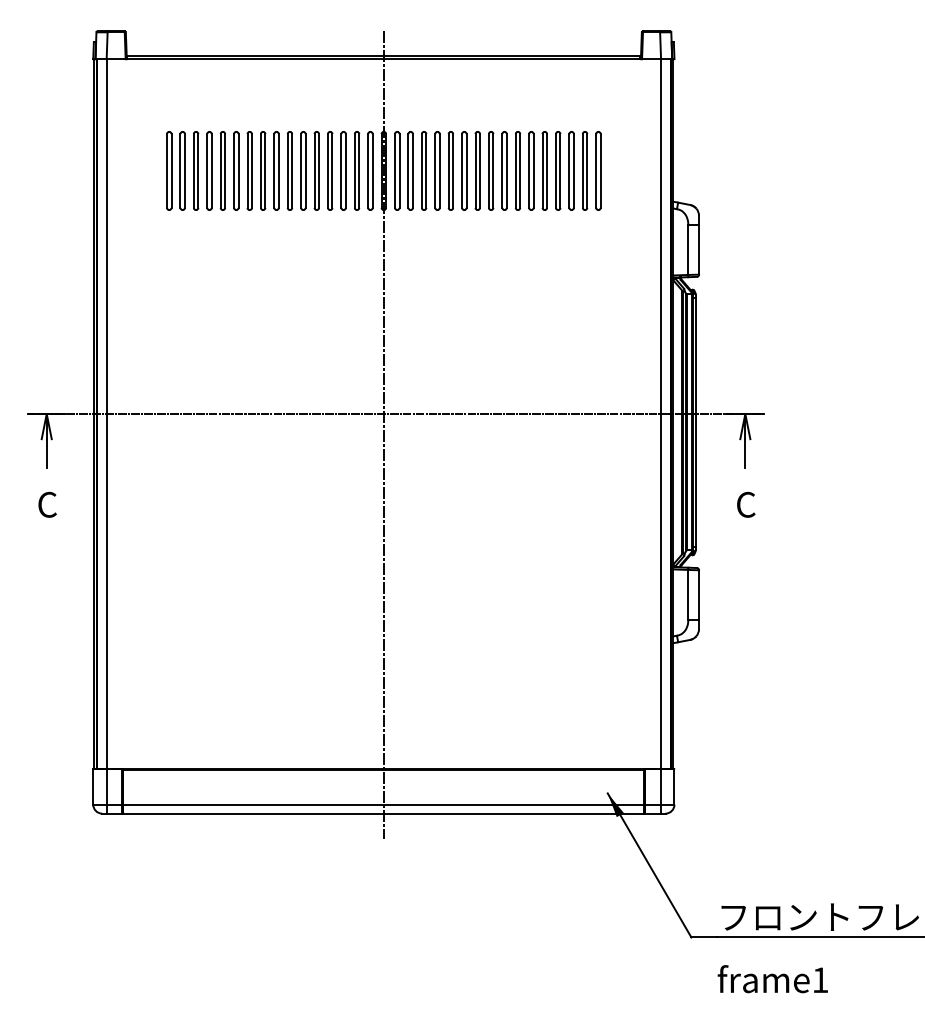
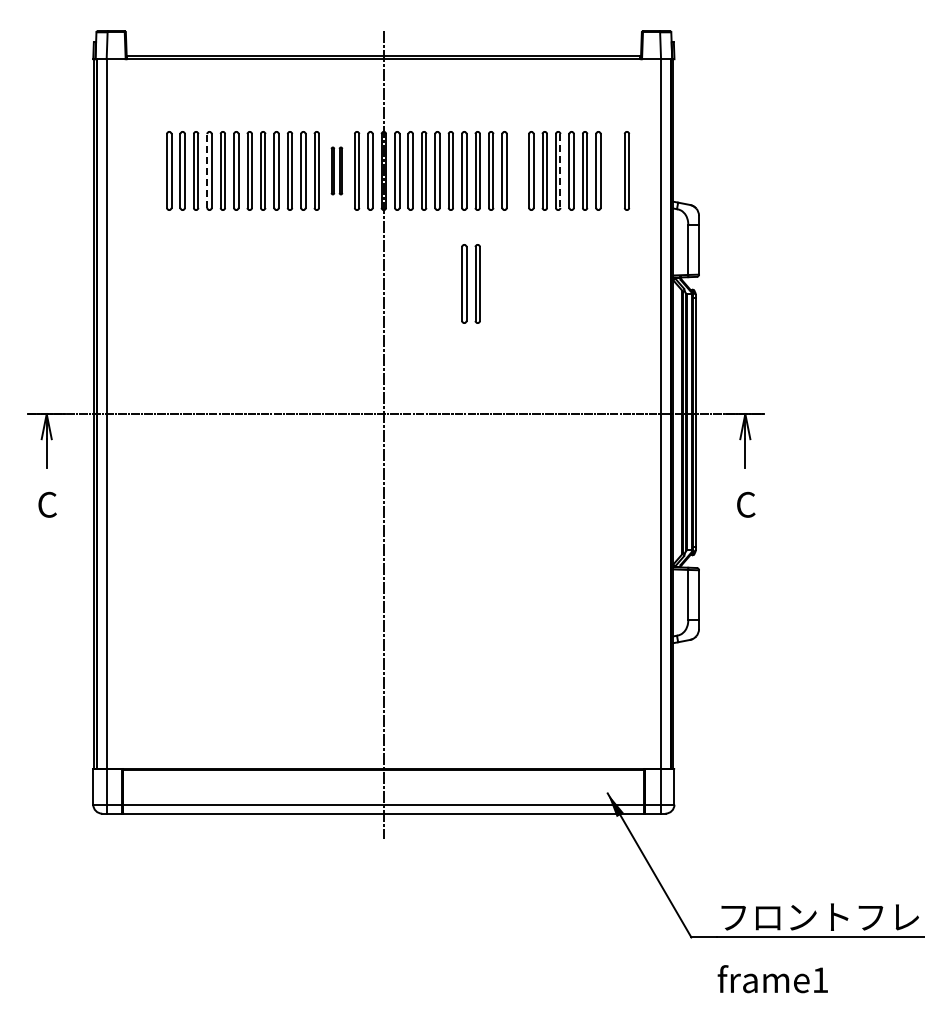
line at (207, 170): solid -> dashed
part at (336, 170) size: 20x80 px -> 14x50 px
part at (517, 170) position: (517, 170) -> (626, 170)
line at (560, 170): solid -> dashed
part at (470, 283): none -> present
